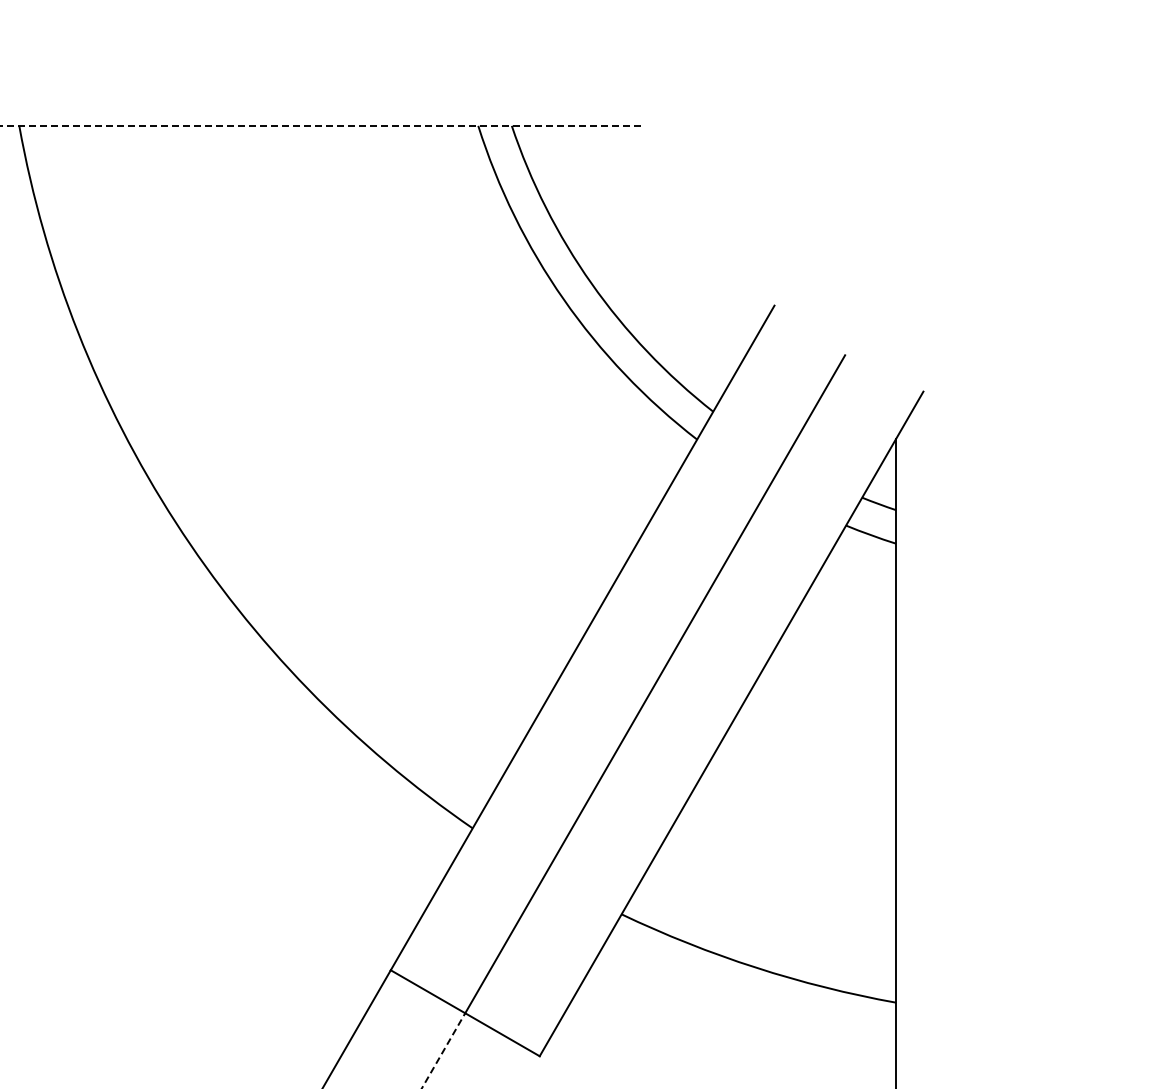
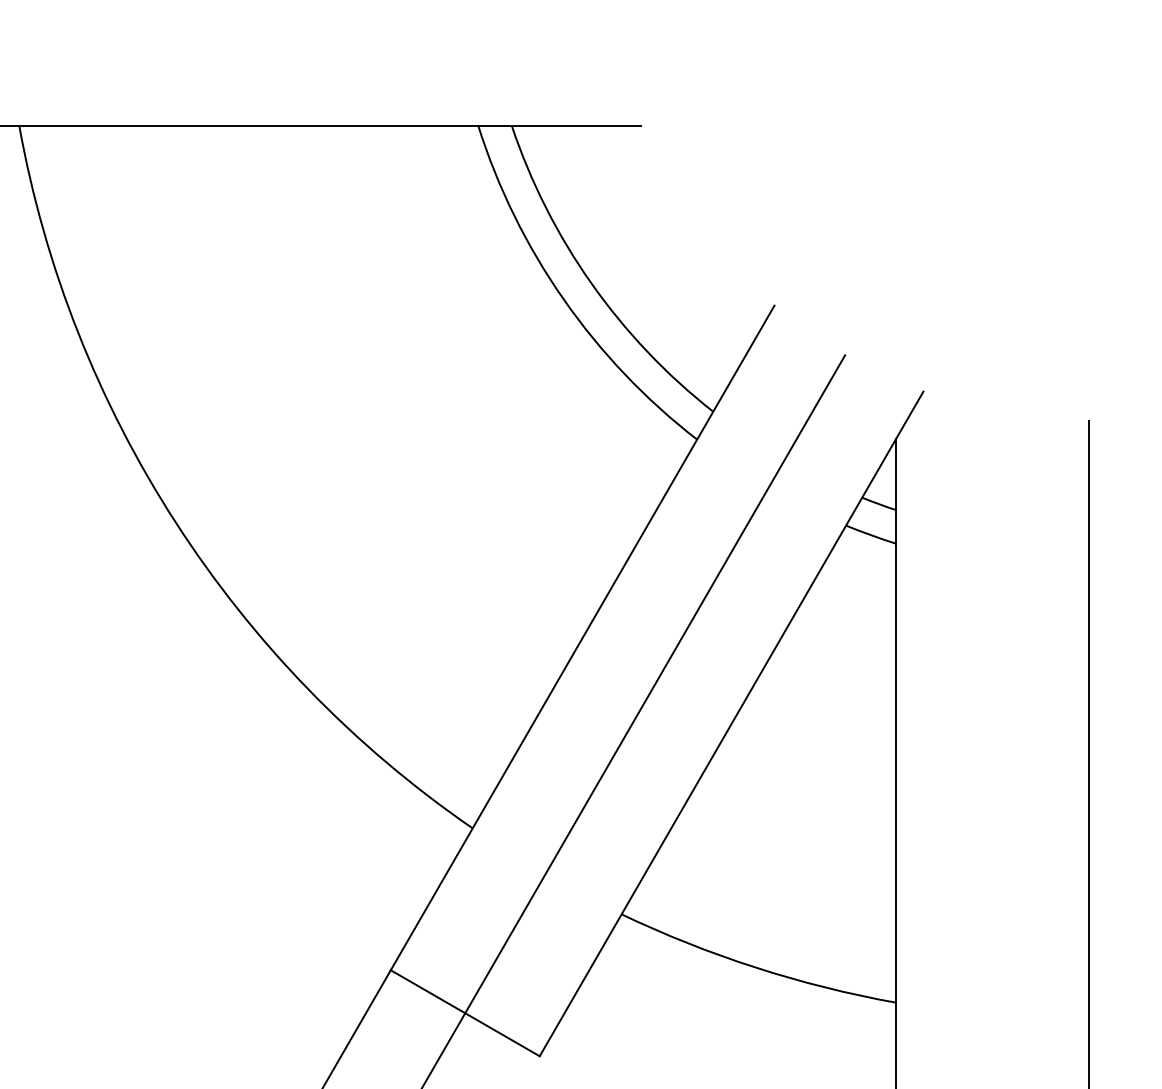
line at (320, 125): dashed -> solid
line at (1088, 752): none -> present
line at (443, 1050): dashed -> solid
